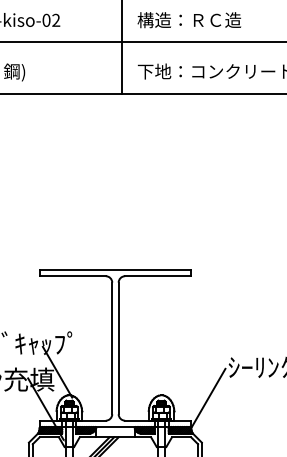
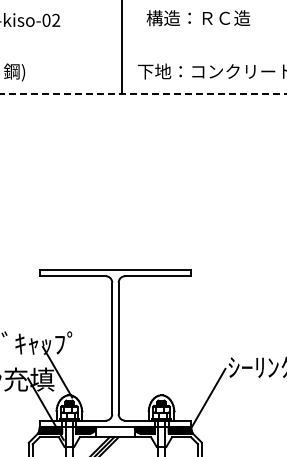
text at (189, 20) position: (189, 20) -> (198, 18)
line at (142, 42): present -> none
line at (143, 93): solid -> dashed
